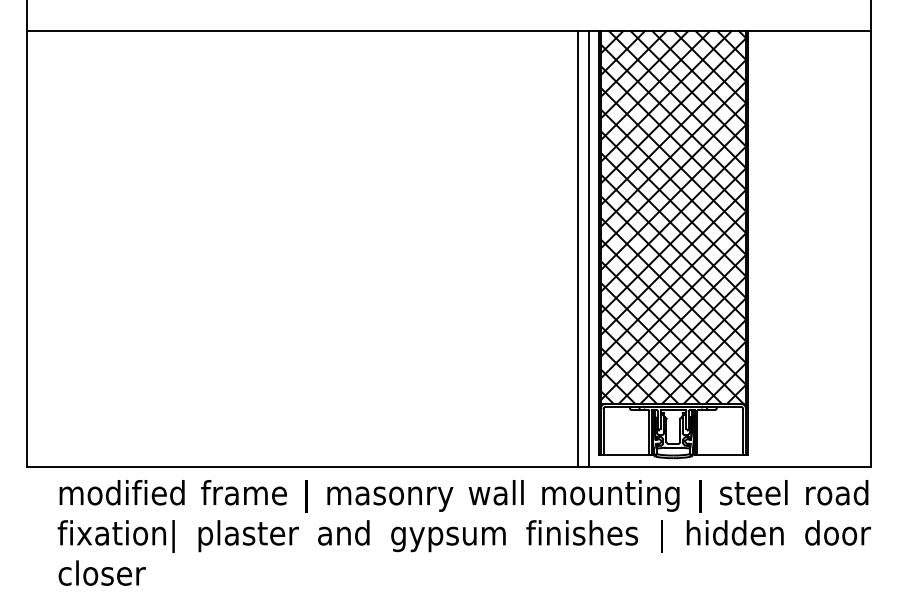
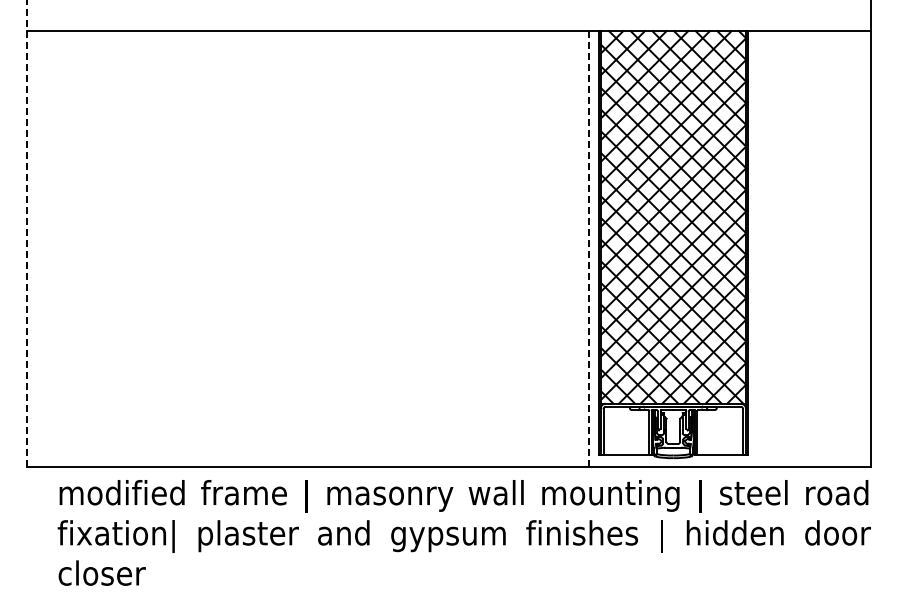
line at (26, 233): solid -> dashed
line at (577, 248): present -> none
line at (588, 249): solid -> dashed
